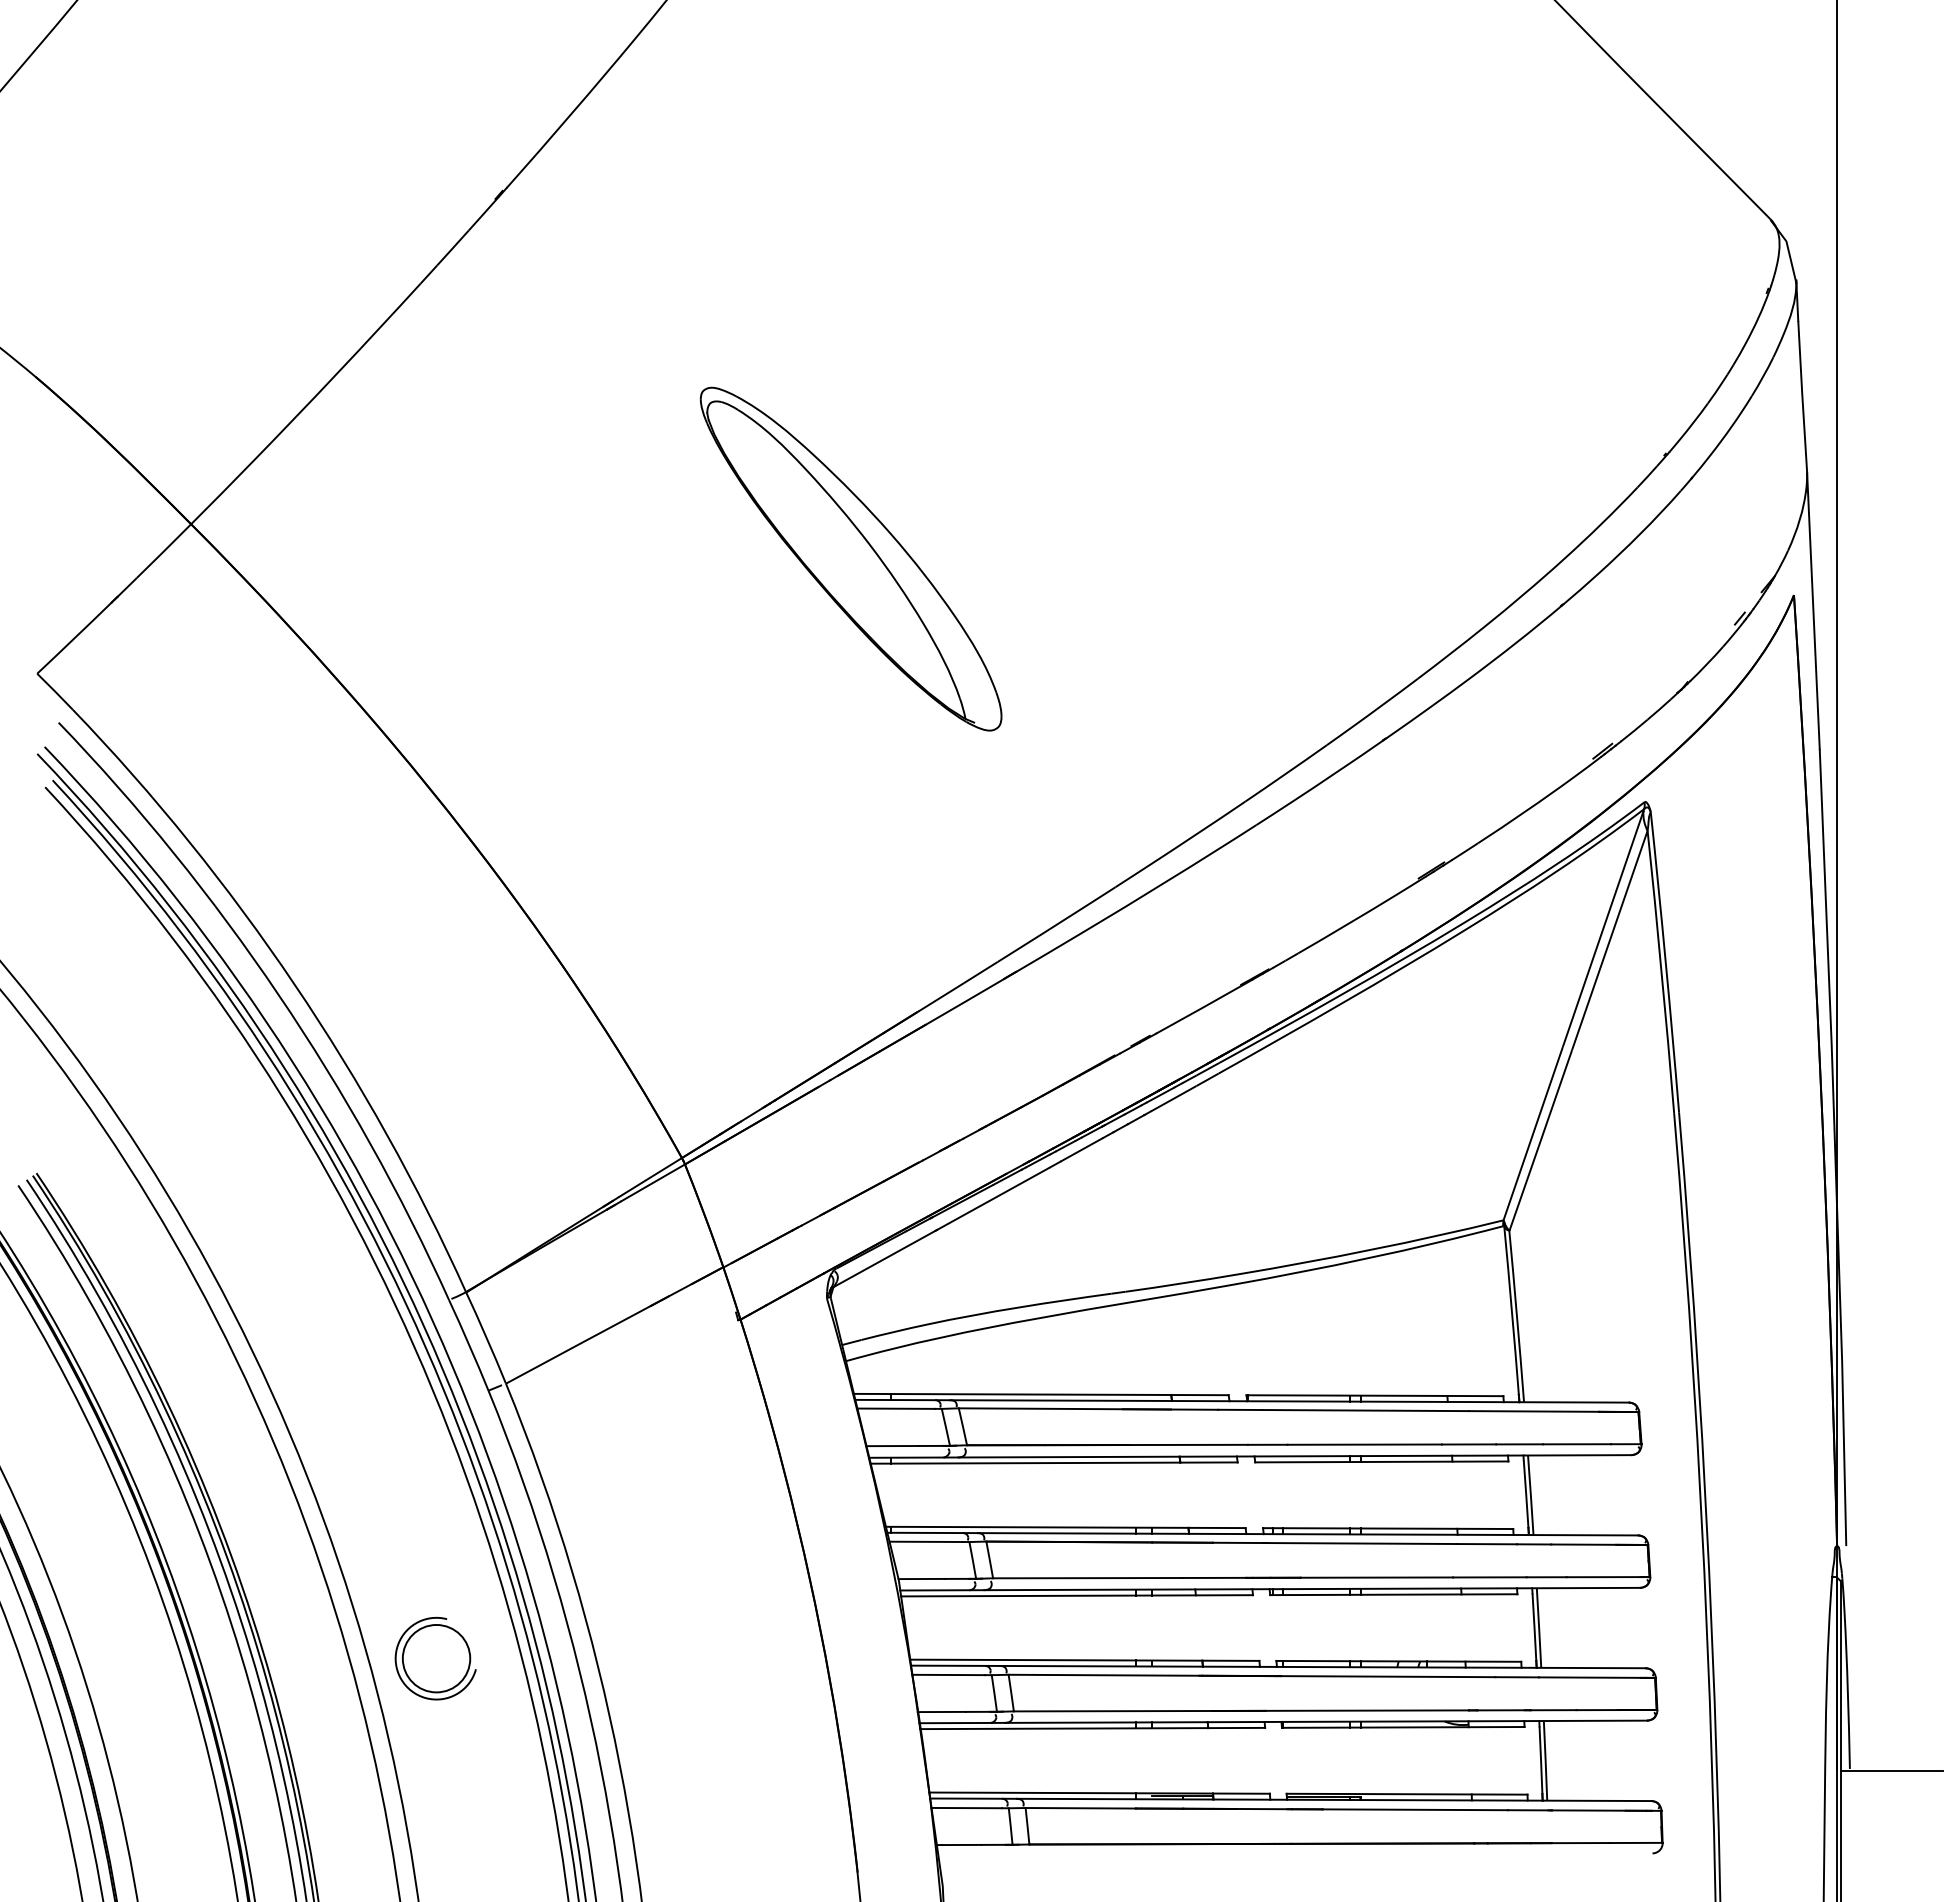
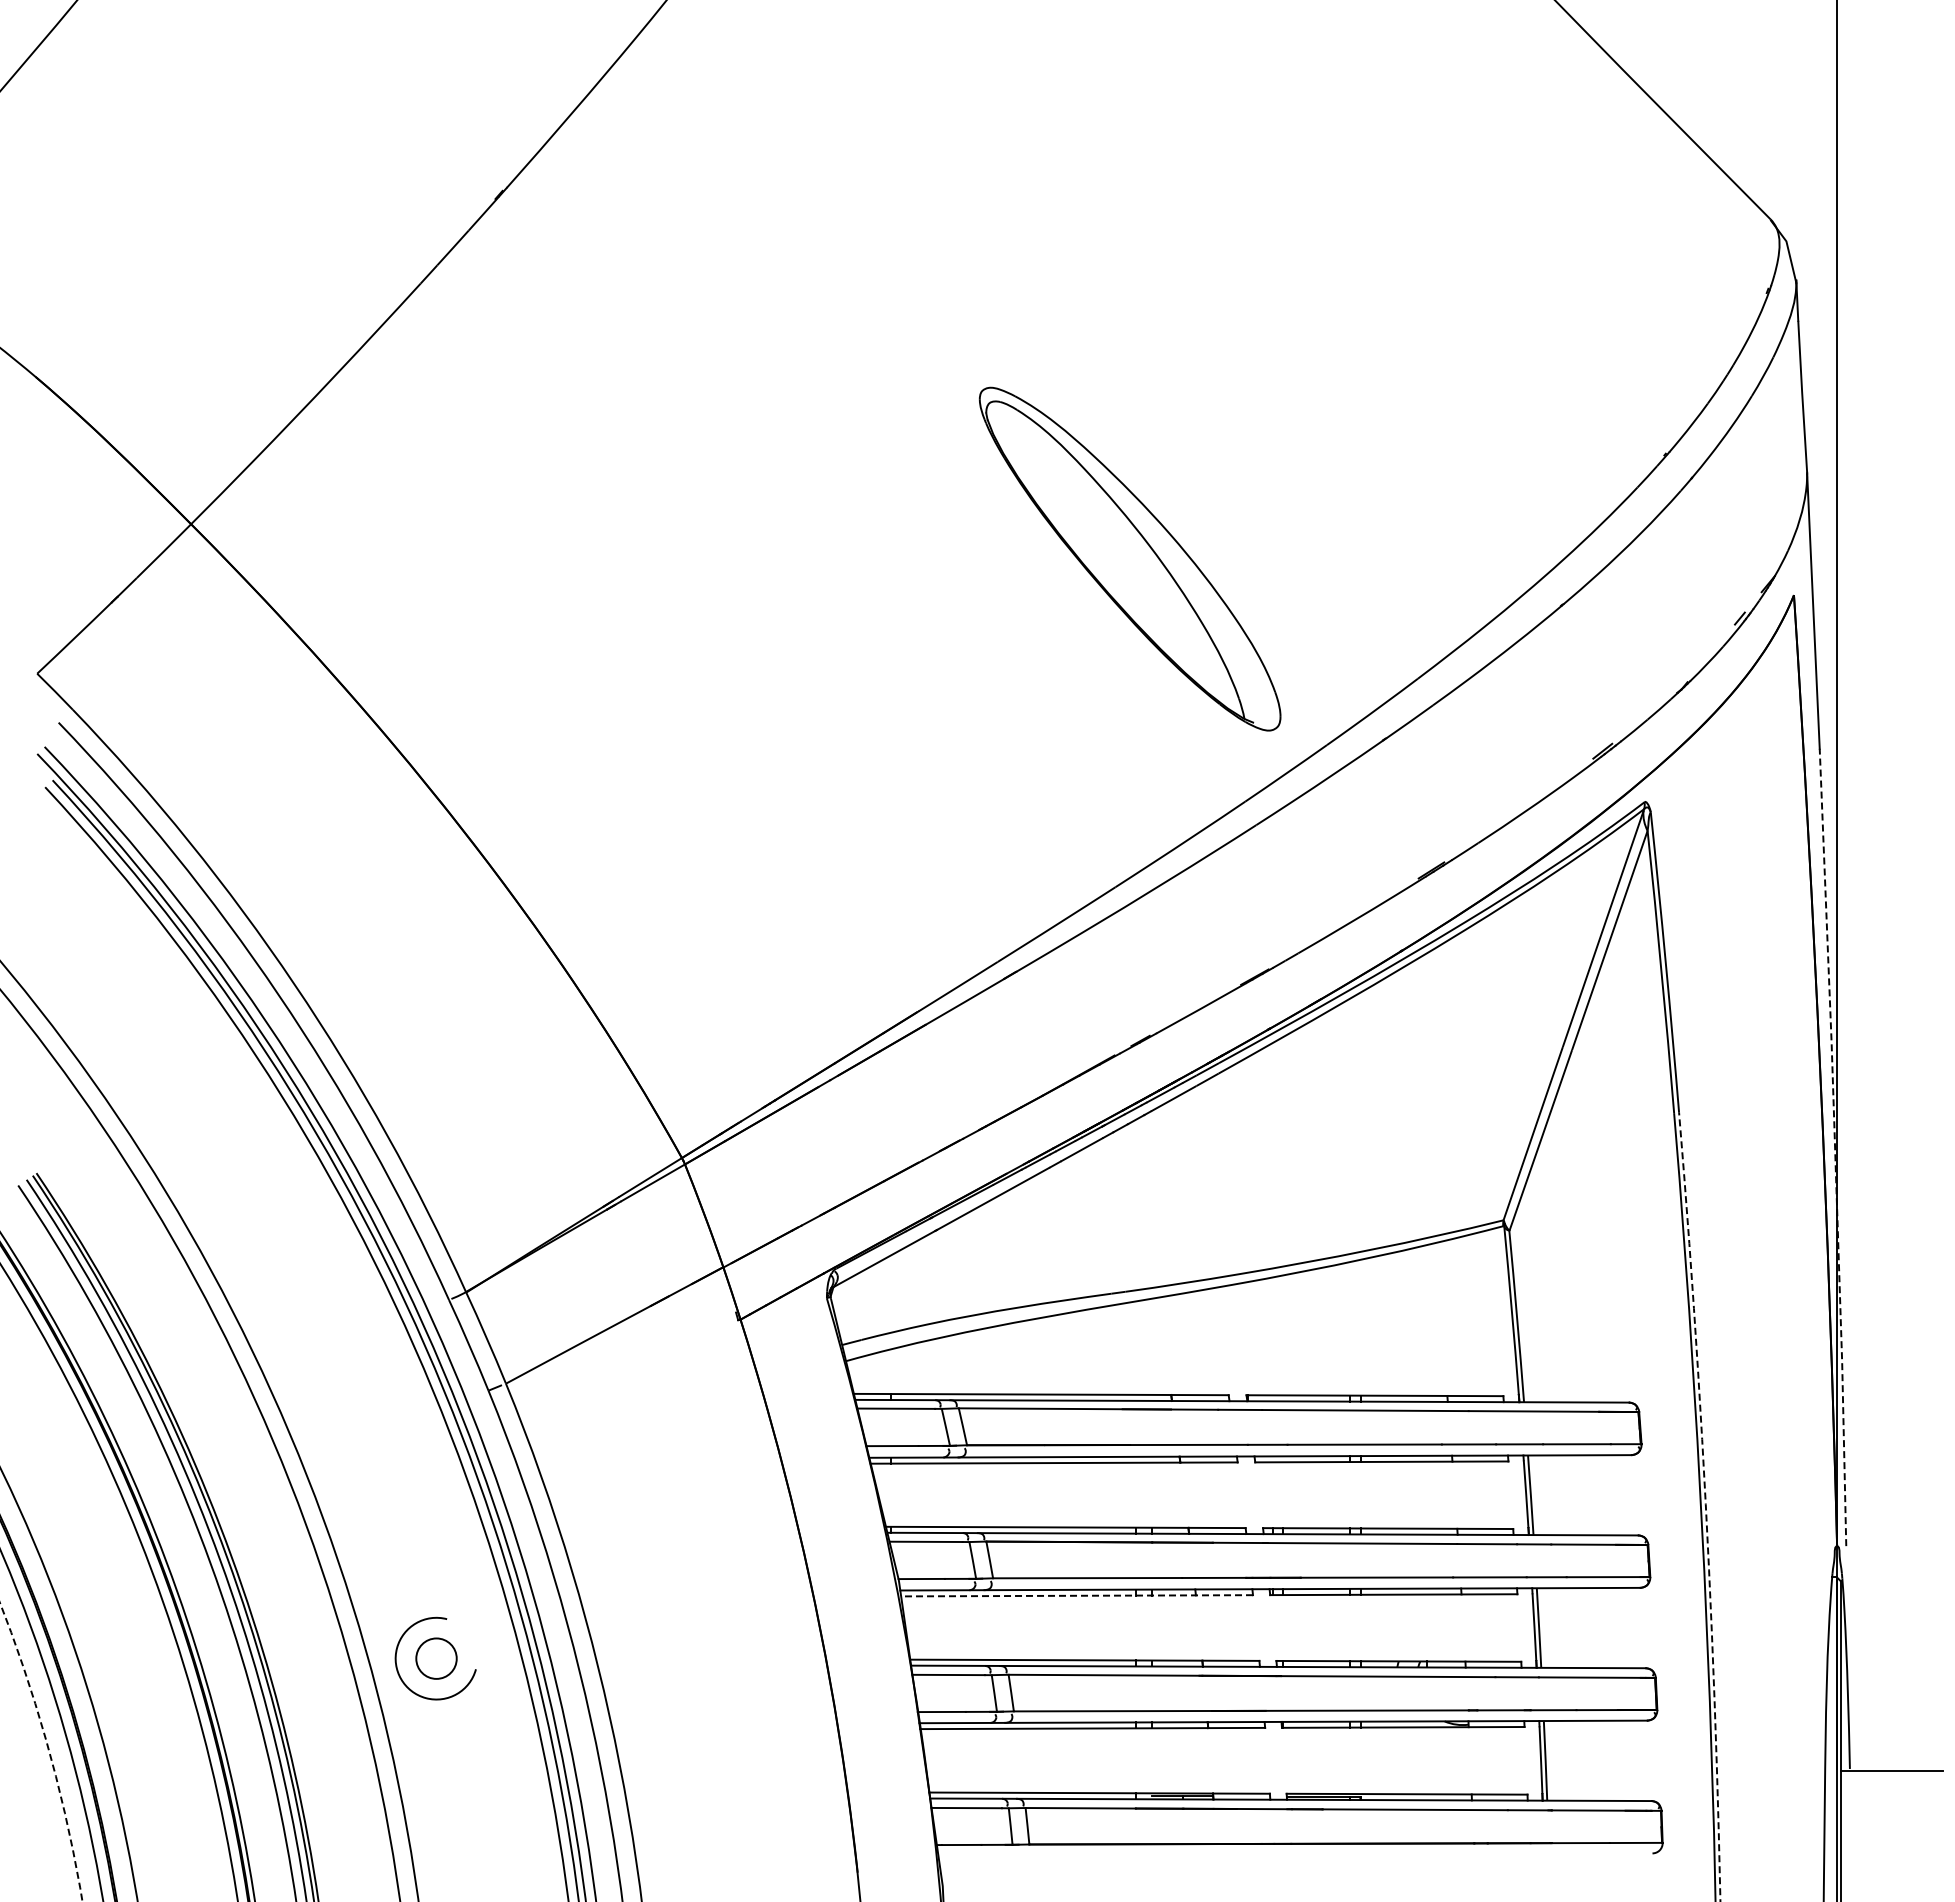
part at (850, 558) position: (850, 558) -> (1129, 558)
line at (1835, 1147): solid -> dashed
arc at (1705, 1506): solid -> dashed
line at (1077, 1595): solid -> dashed
circle at (436, 1658) diameter: 67 px -> 40 px
circle at (41, 1751): solid -> dashed
